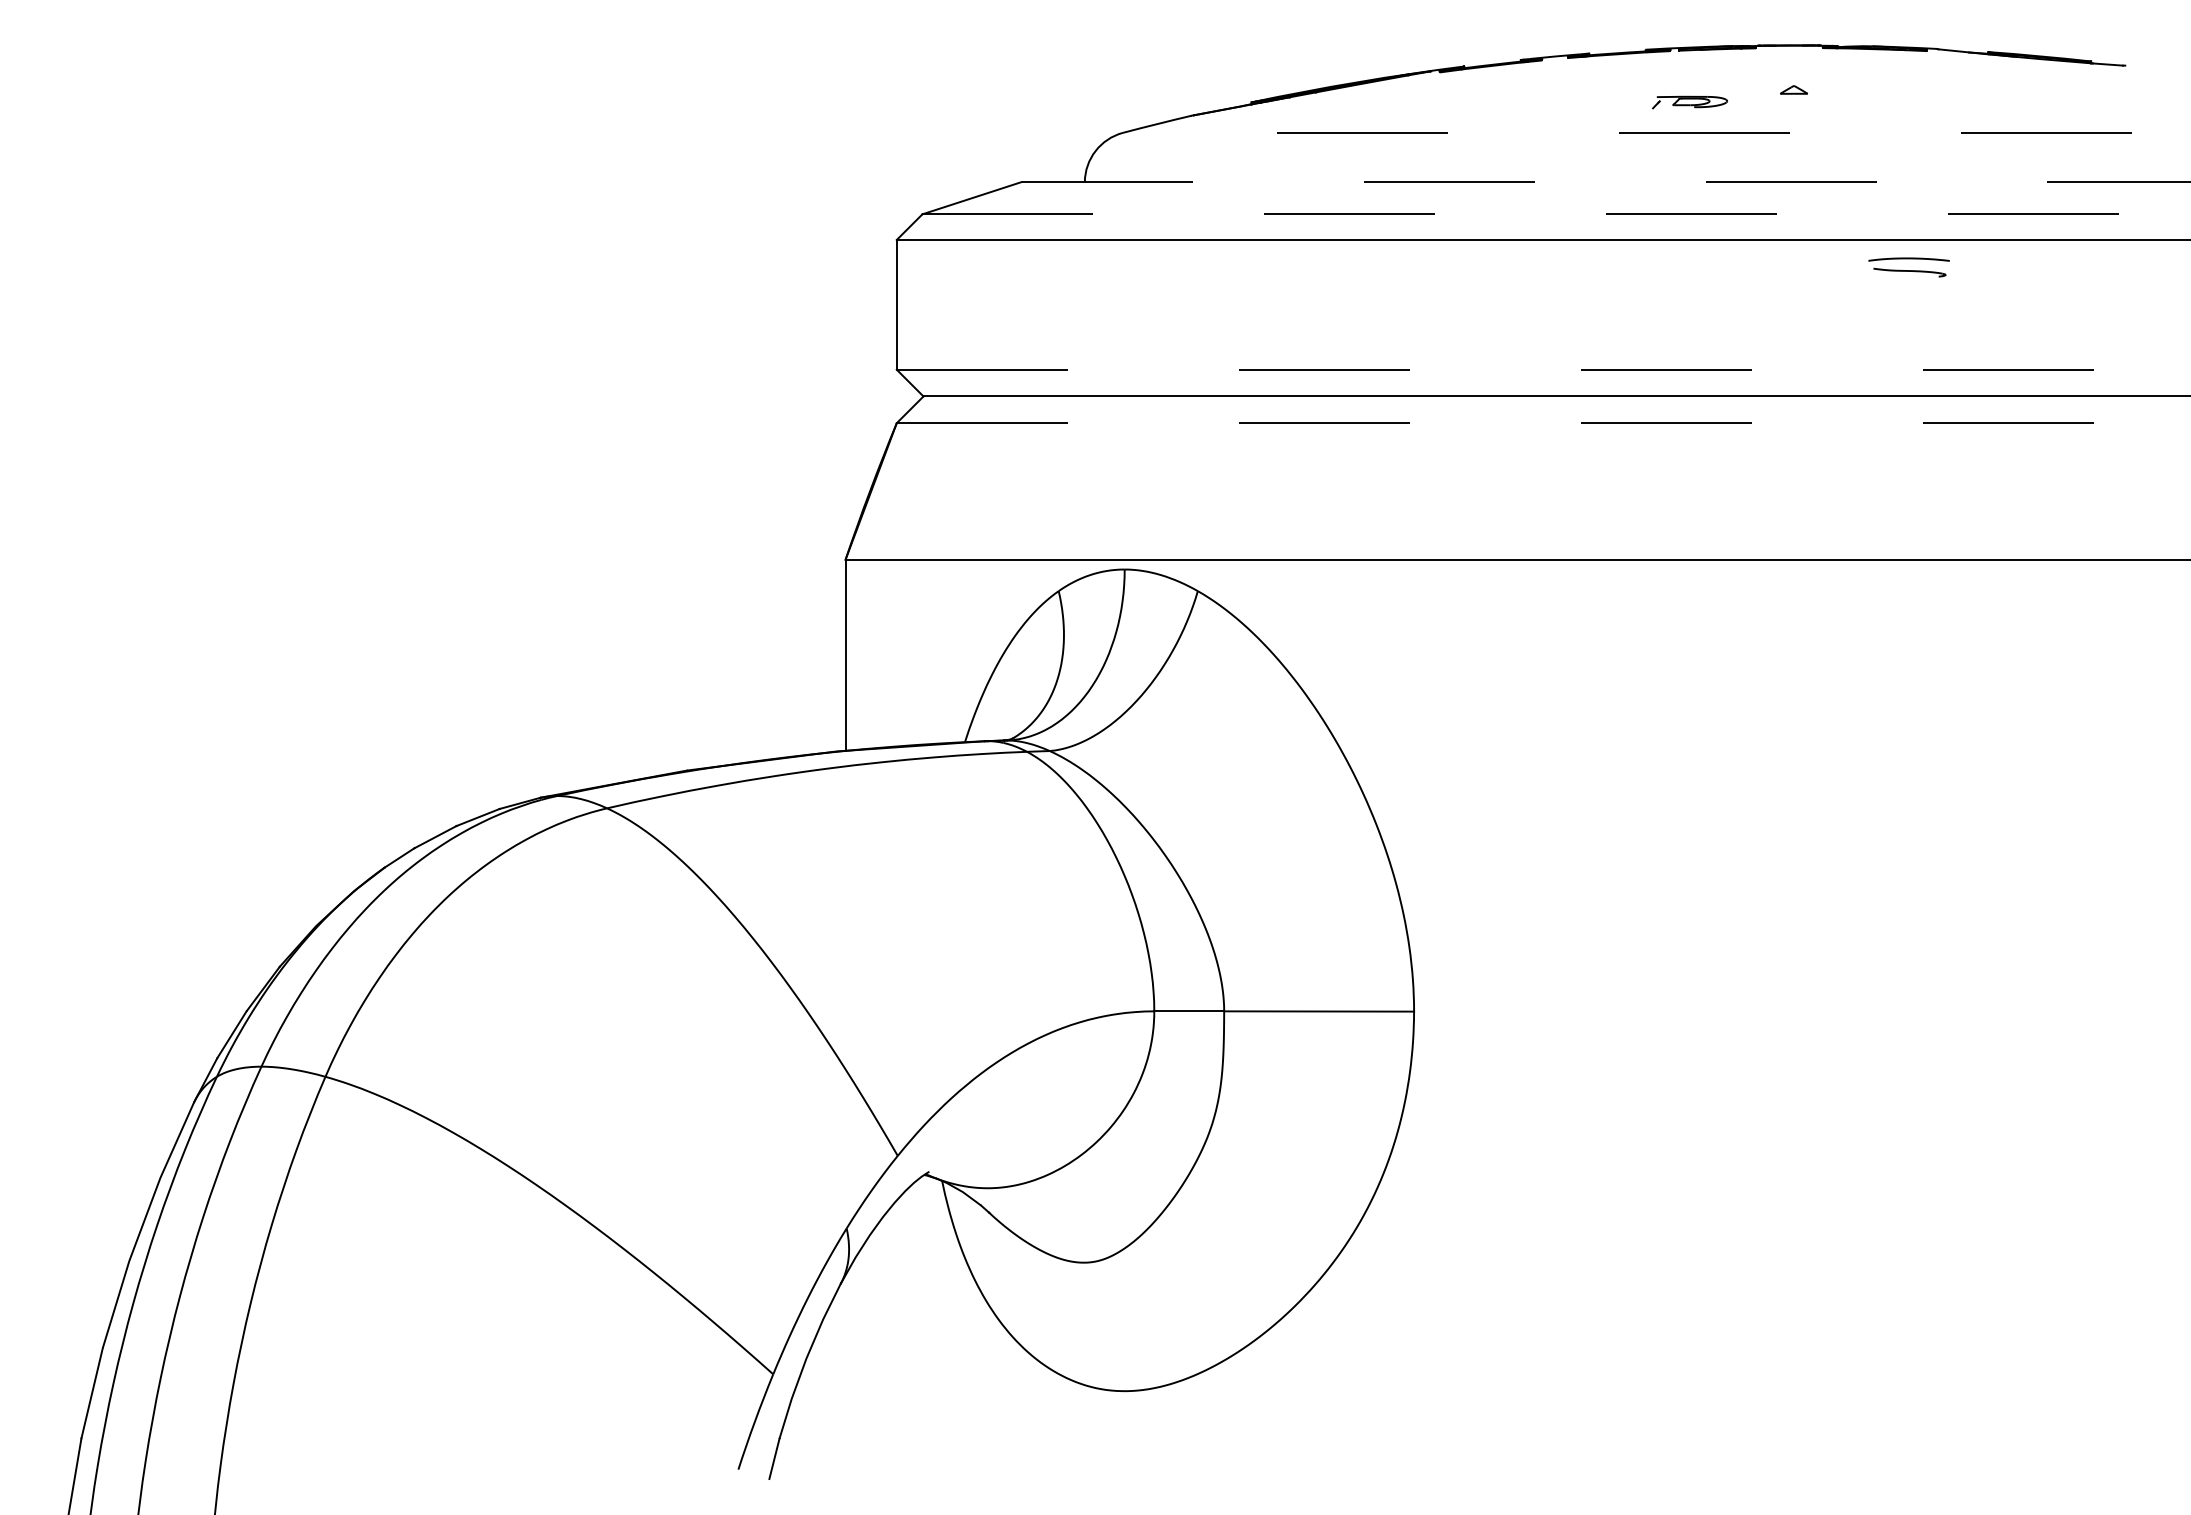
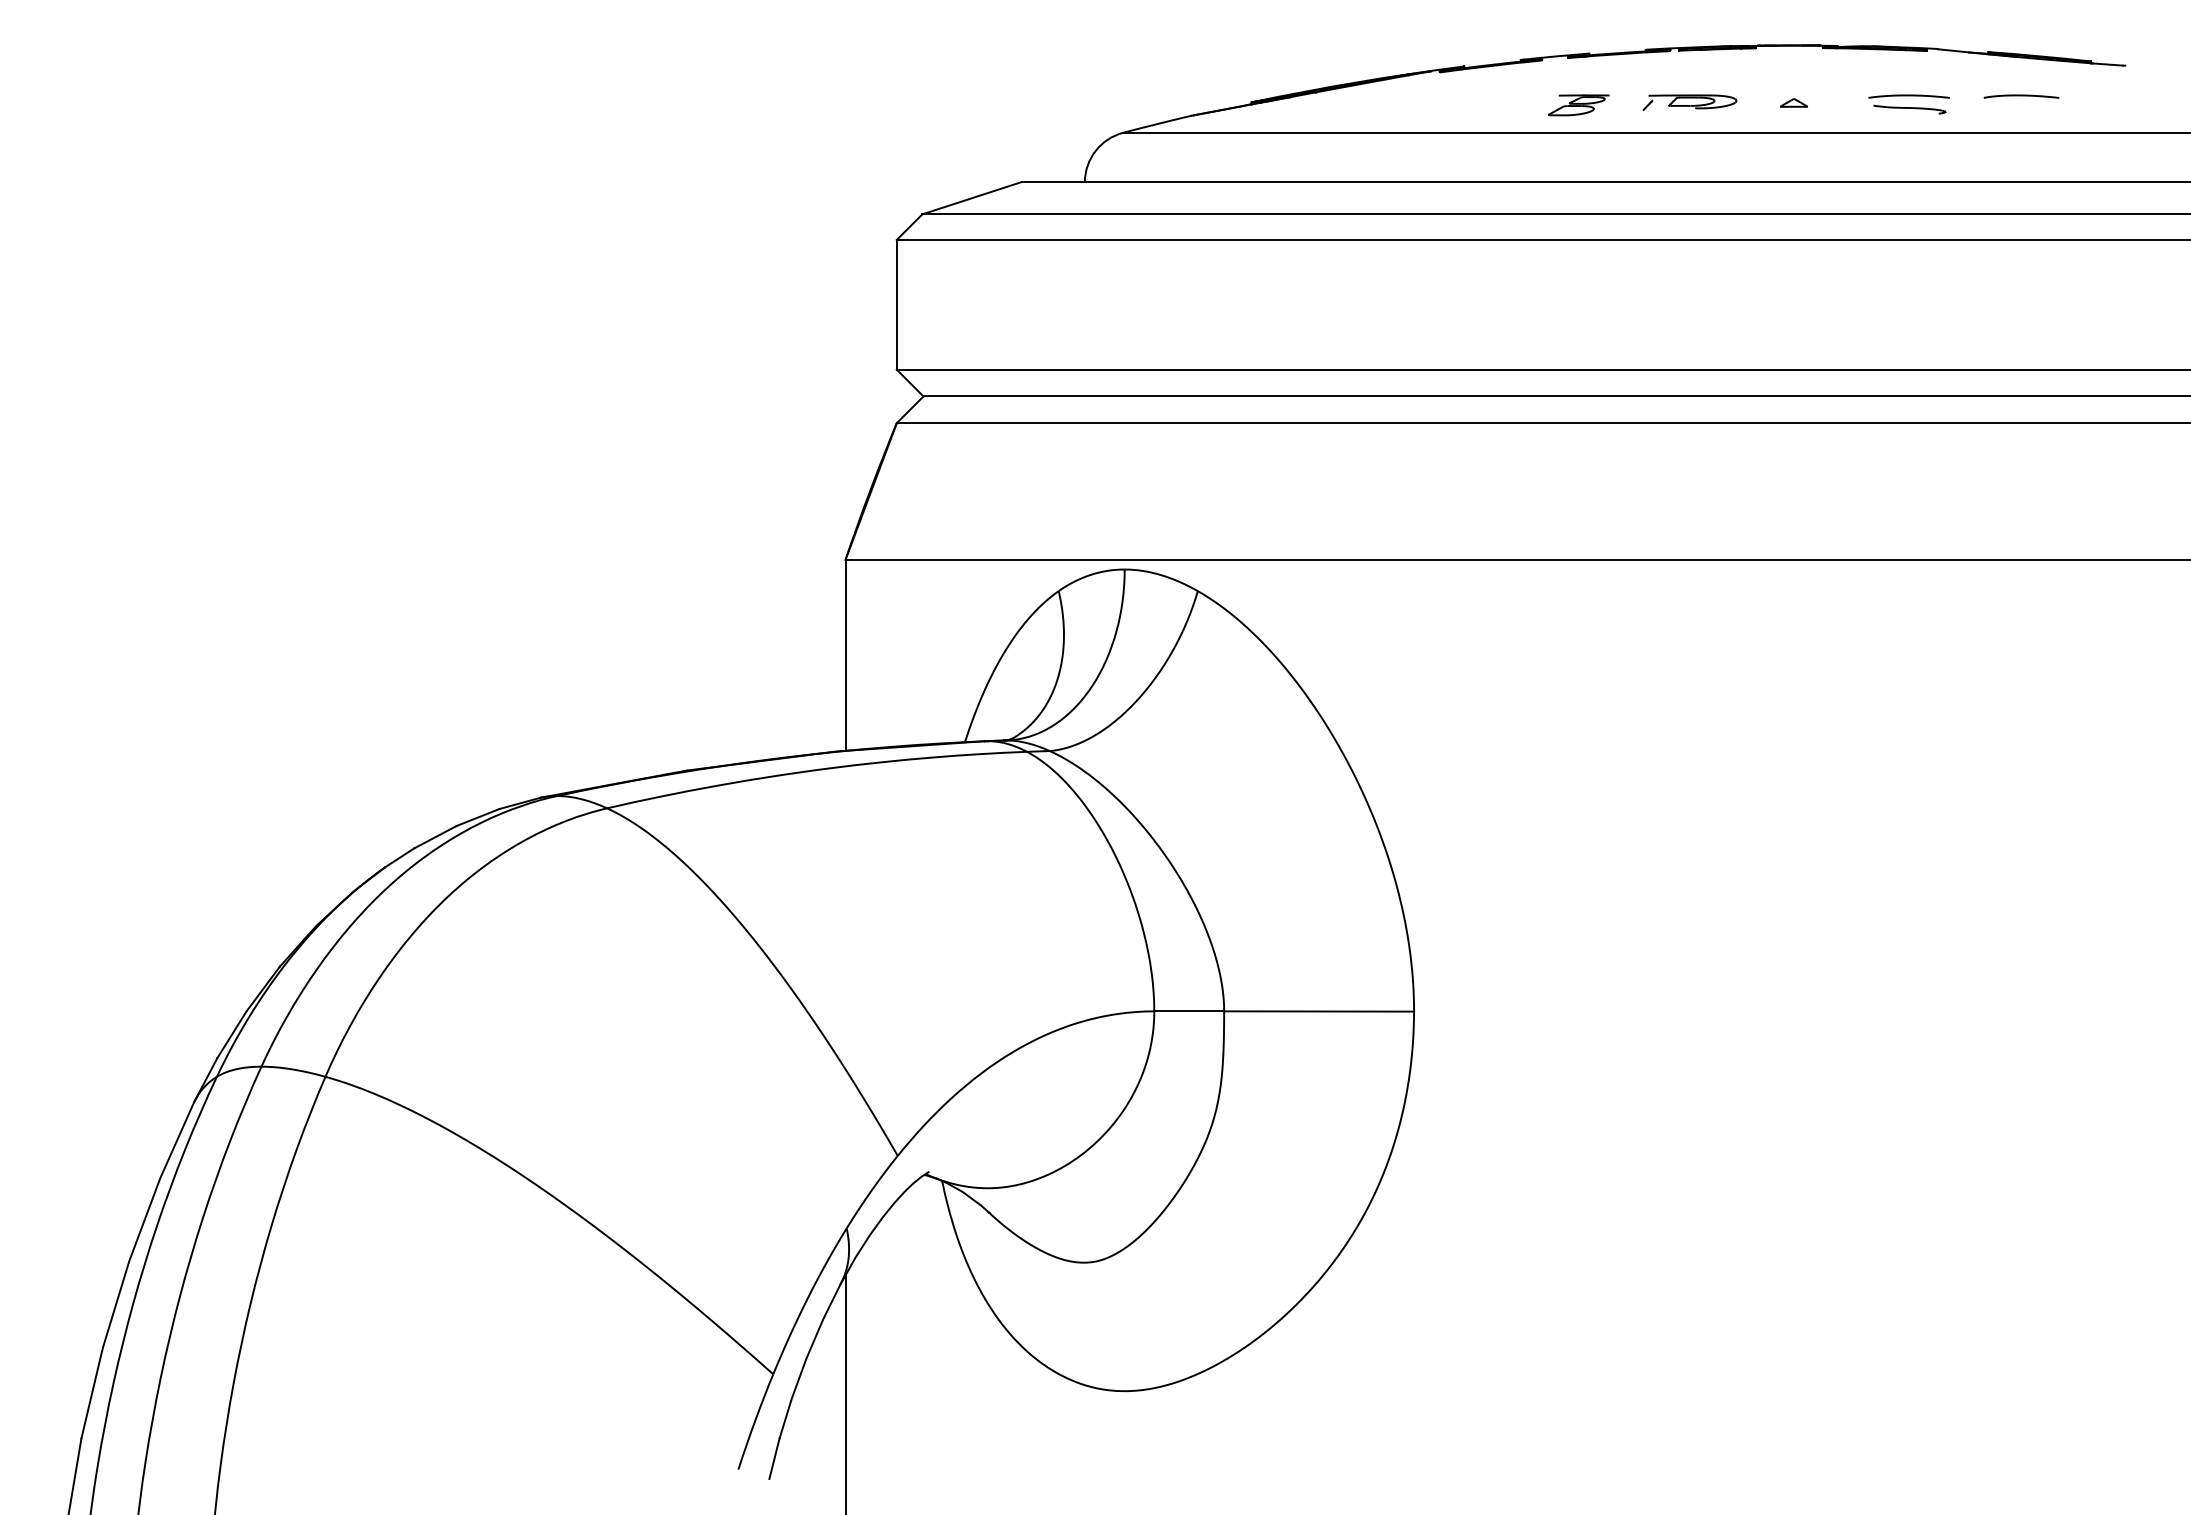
part at (1793, 89) position: (1793, 89) -> (1793, 102)
curve at (2021, 96): none -> present
part at (1689, 102) size: 76x15 px -> 96x17 px
part at (1578, 105): none -> present
line at (1656, 132): dashed -> solid
line at (1606, 182): dashed -> solid
line at (1556, 214): dashed -> solid
part at (1908, 267) position: (1908, 267) -> (1908, 104)
line at (1543, 369): dashed -> solid
line at (1543, 423): dashed -> solid
line at (845, 1393): none -> present
